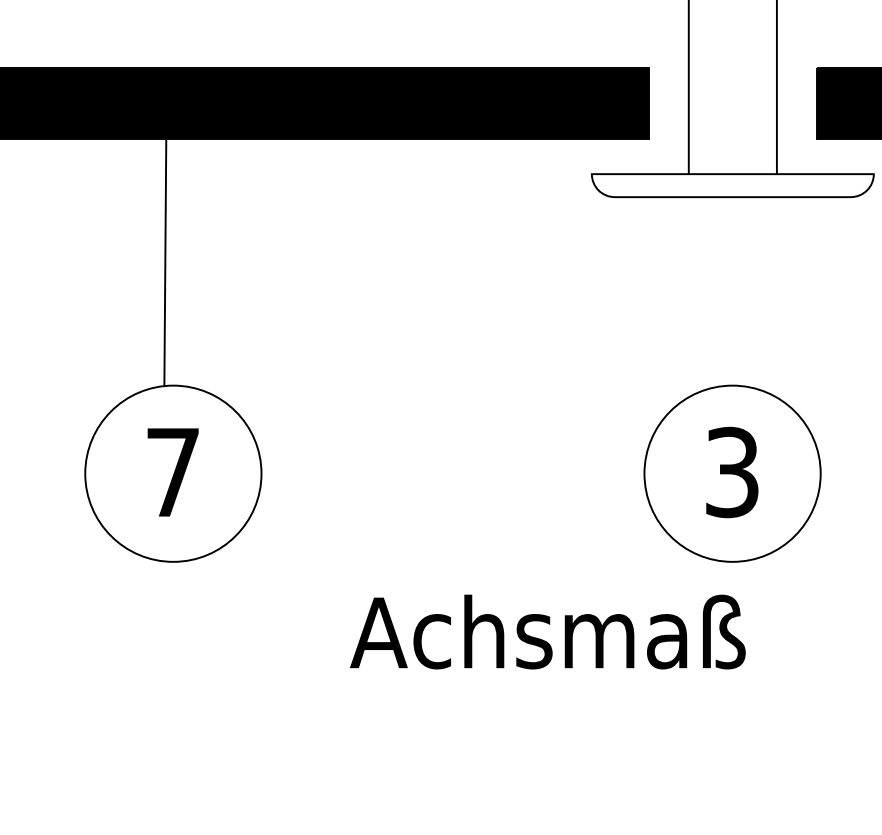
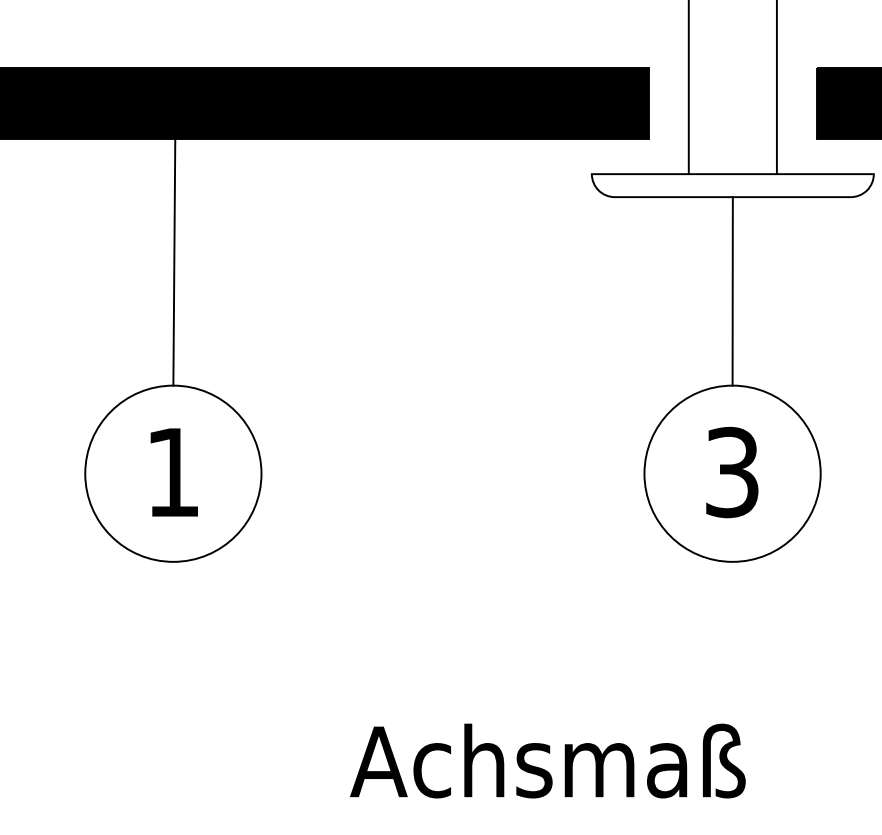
line at (165, 261) position: (165, 261) -> (174, 261)
line at (732, 291): none -> present
text at (172, 472): 7 -> 1
text at (547, 631) position: (547, 631) -> (547, 760)
